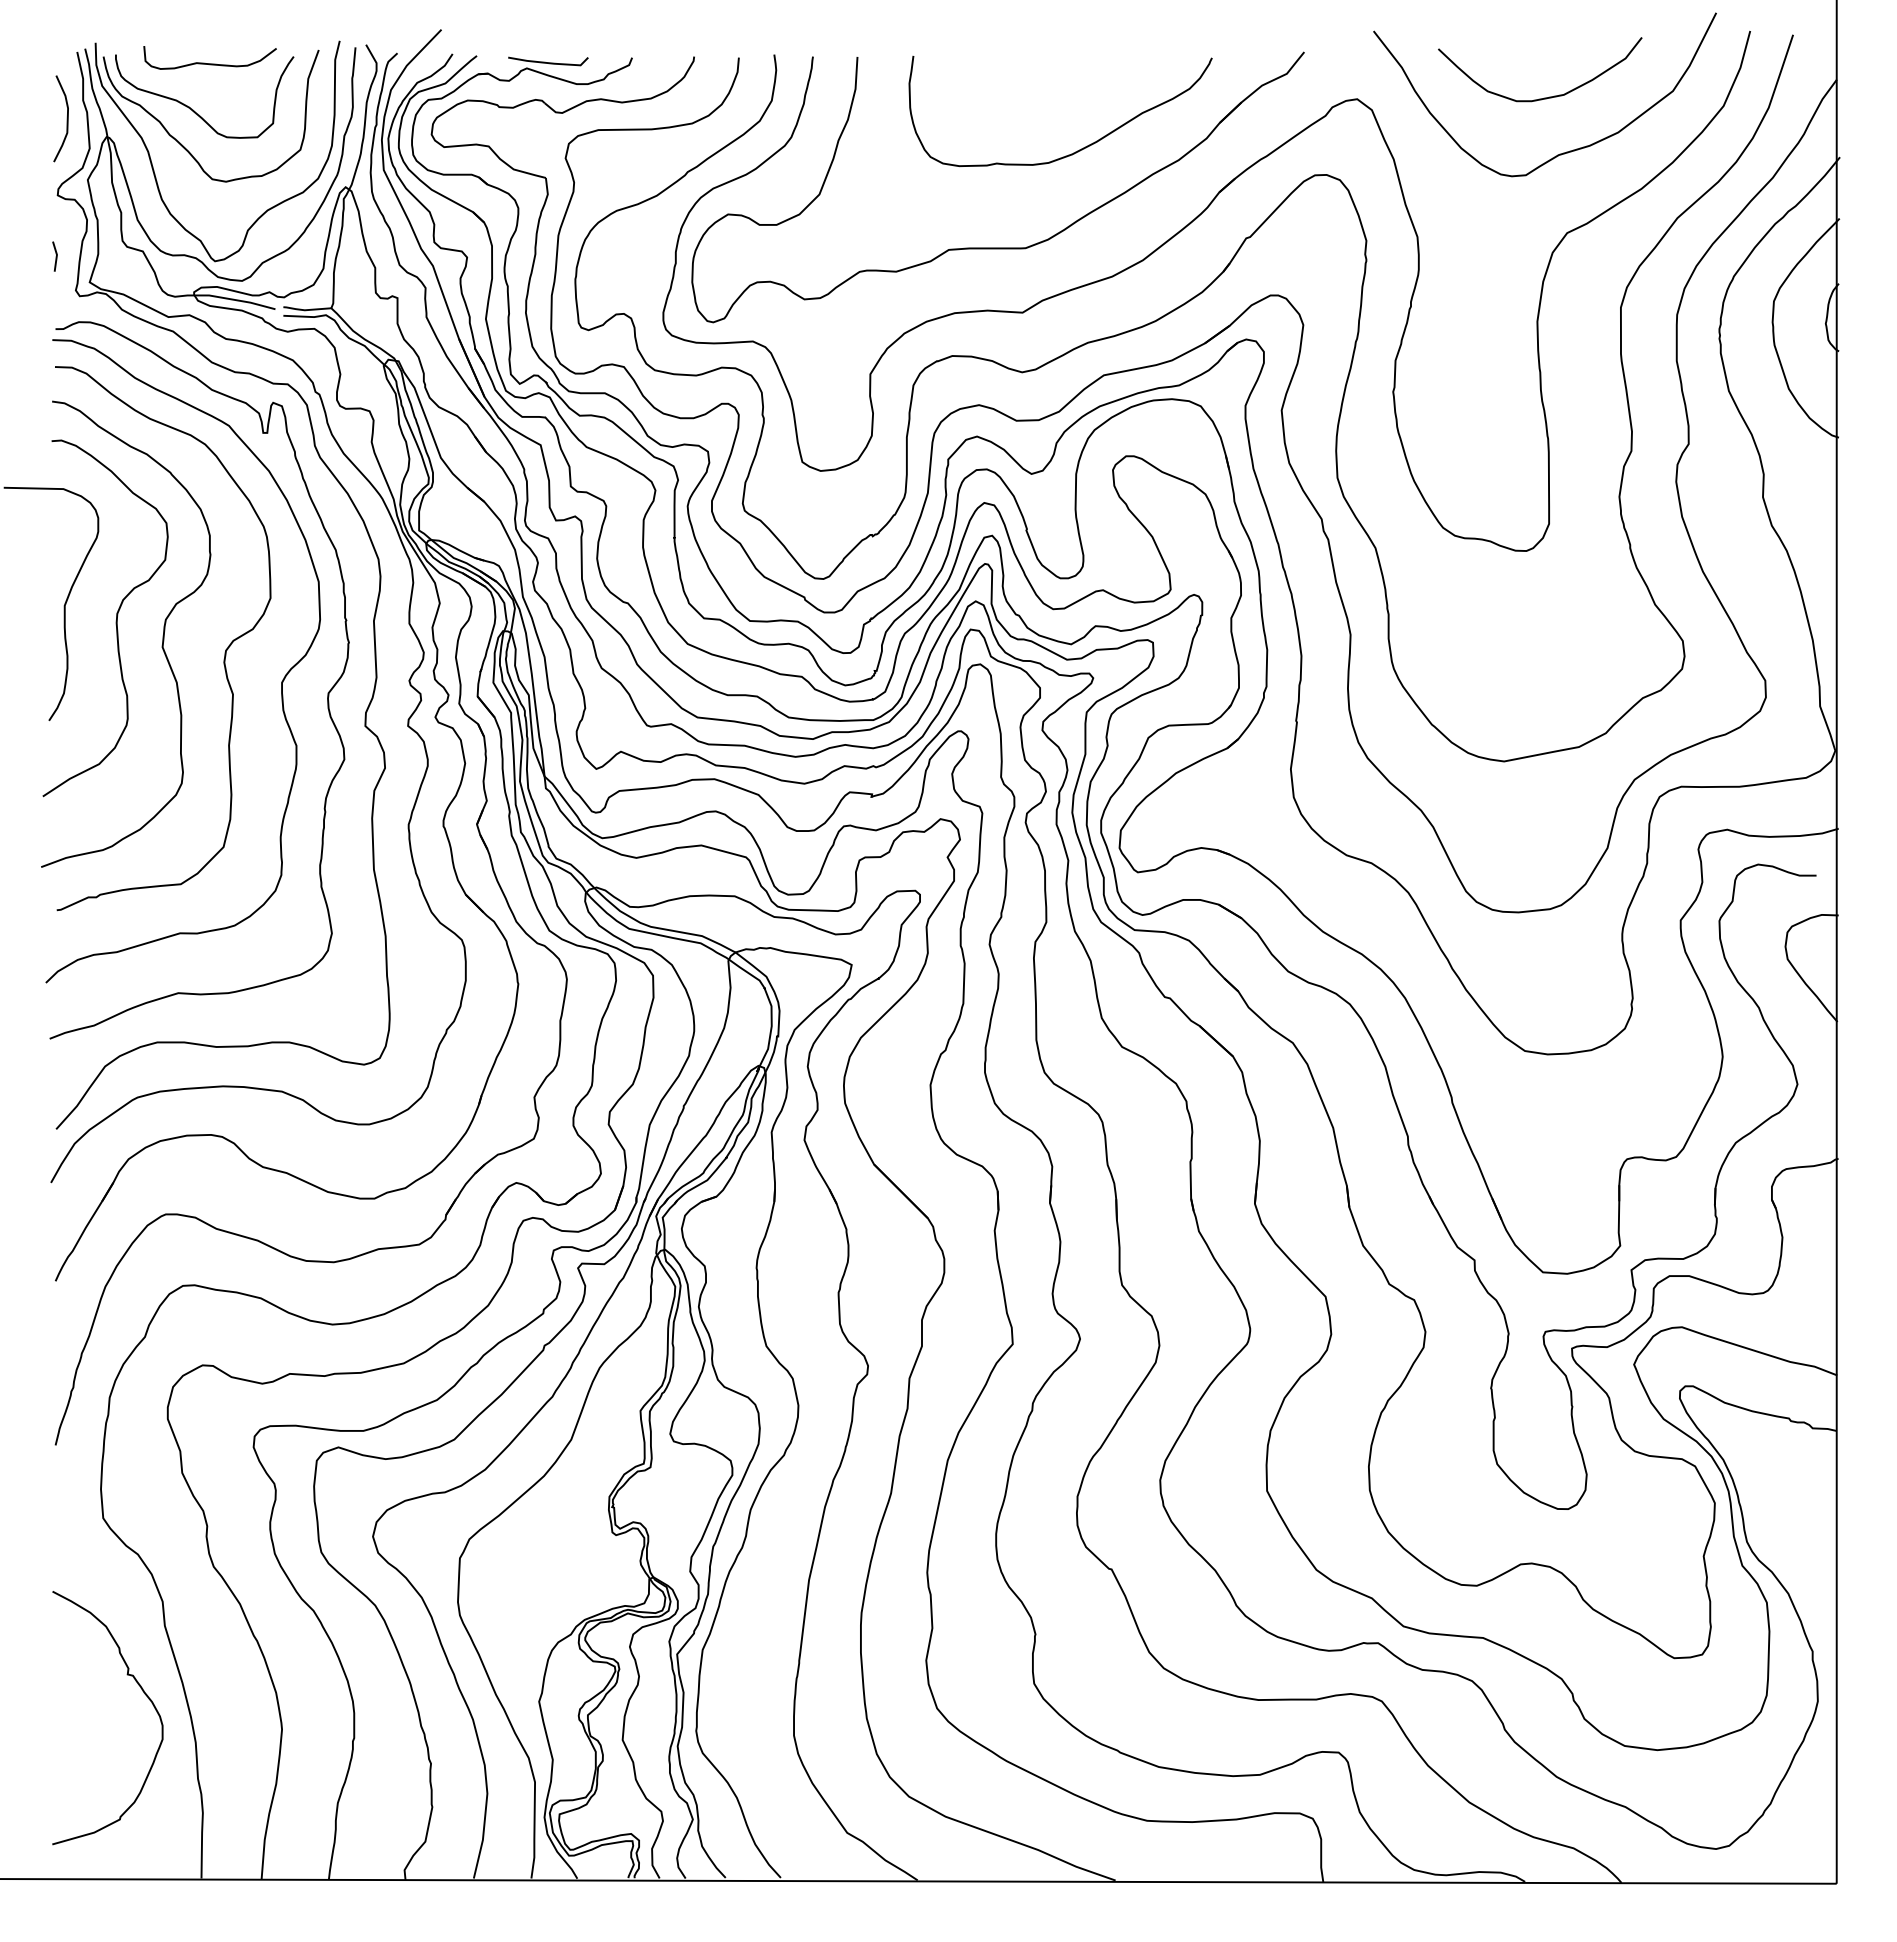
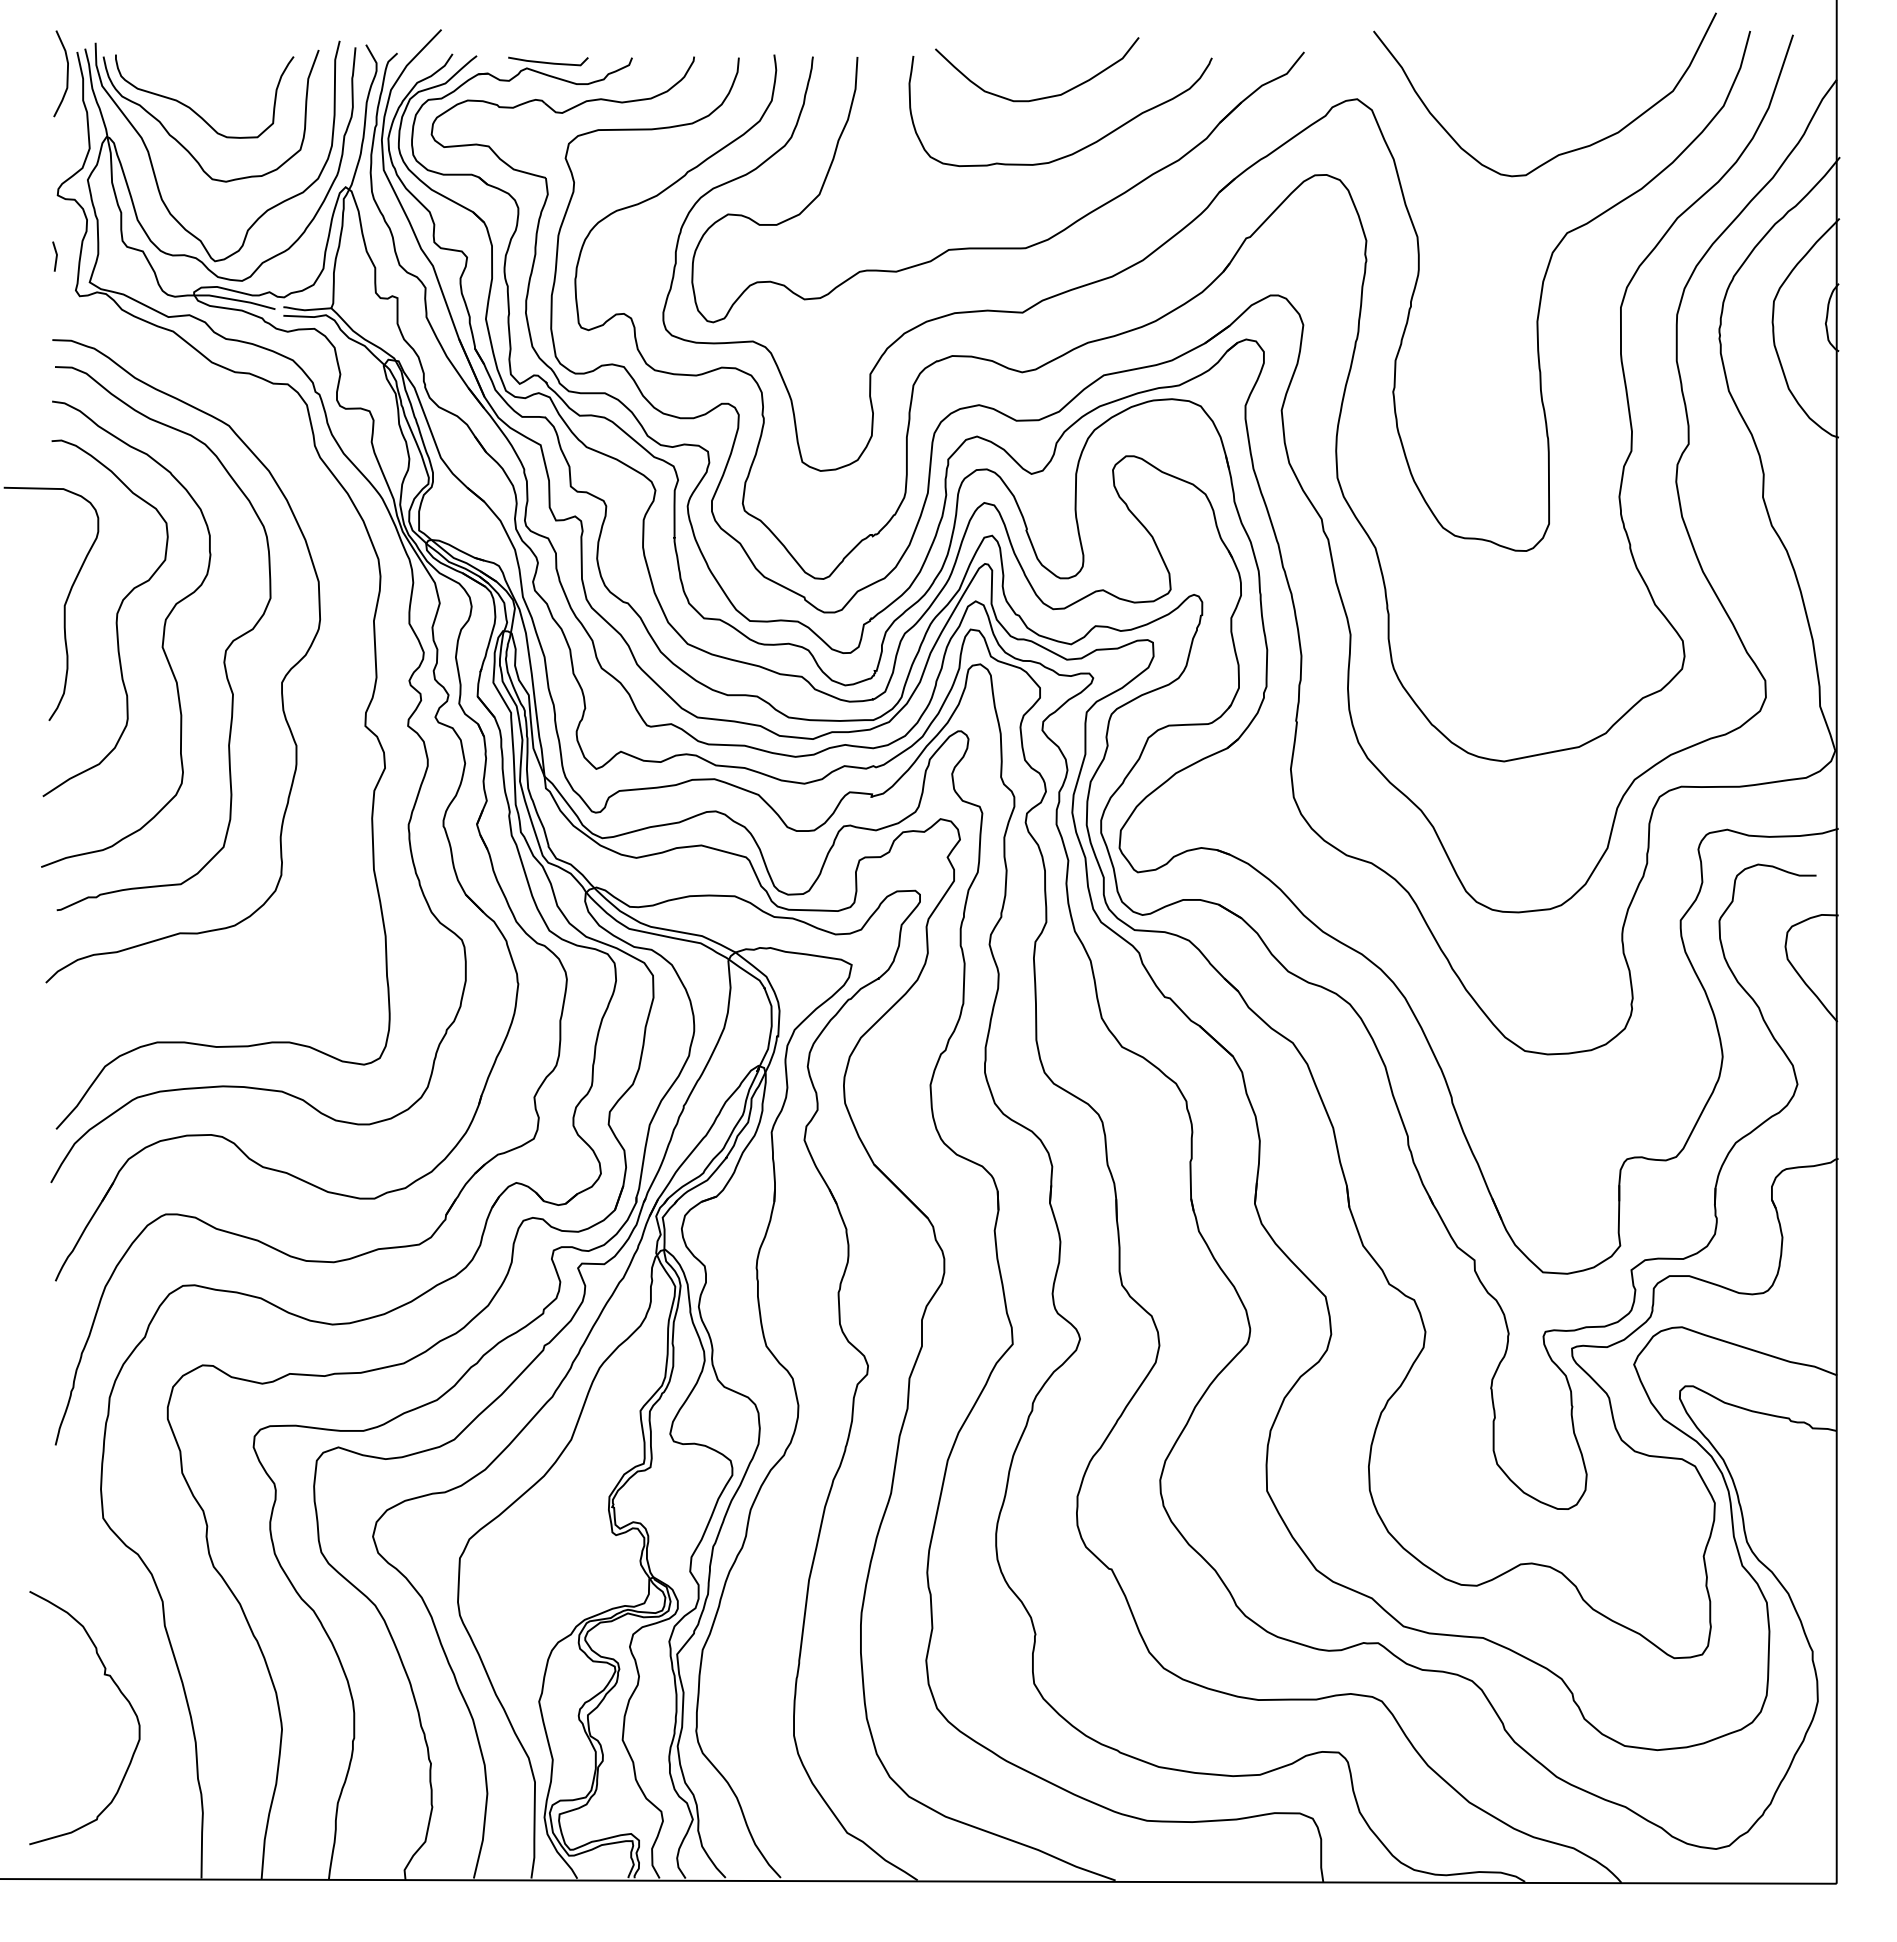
curve at (209, 63): present -> none
curve at (1544, 97) position: (1544, 97) -> (1041, 97)
curve at (66, 118) position: (66, 118) -> (66, 73)
curve at (327, 693): present -> none
curve at (144, 1694) position: (144, 1694) -> (121, 1694)
